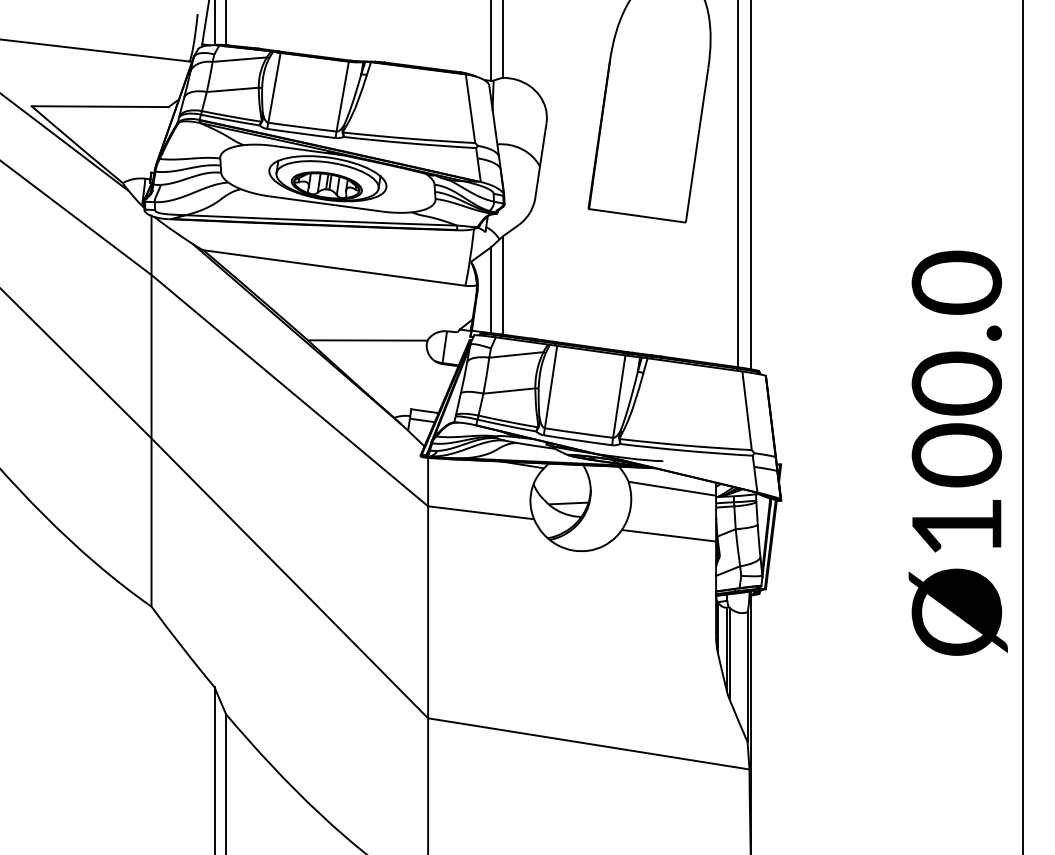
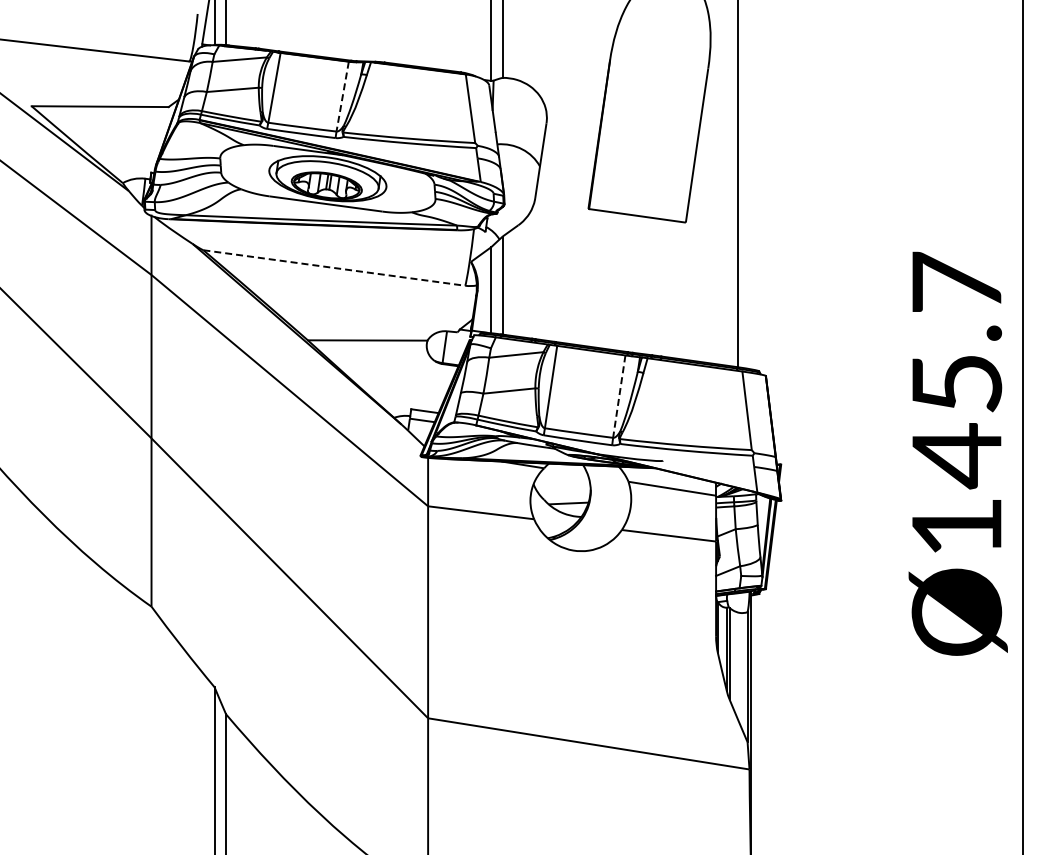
line at (342, 97): solid -> dashed
line at (751, 185): present -> none
line at (334, 268): solid -> dashed
text at (956, 369): Ø100.0 -> Ø145.7
line at (619, 396): solid -> dashed
